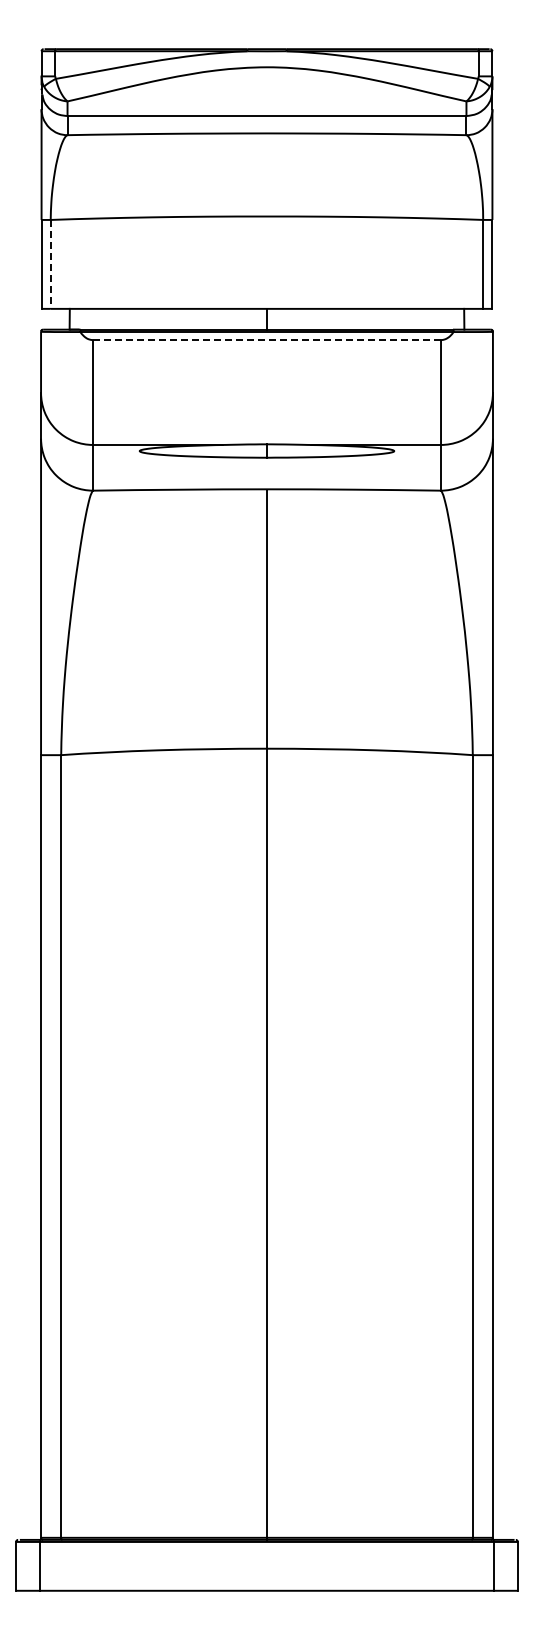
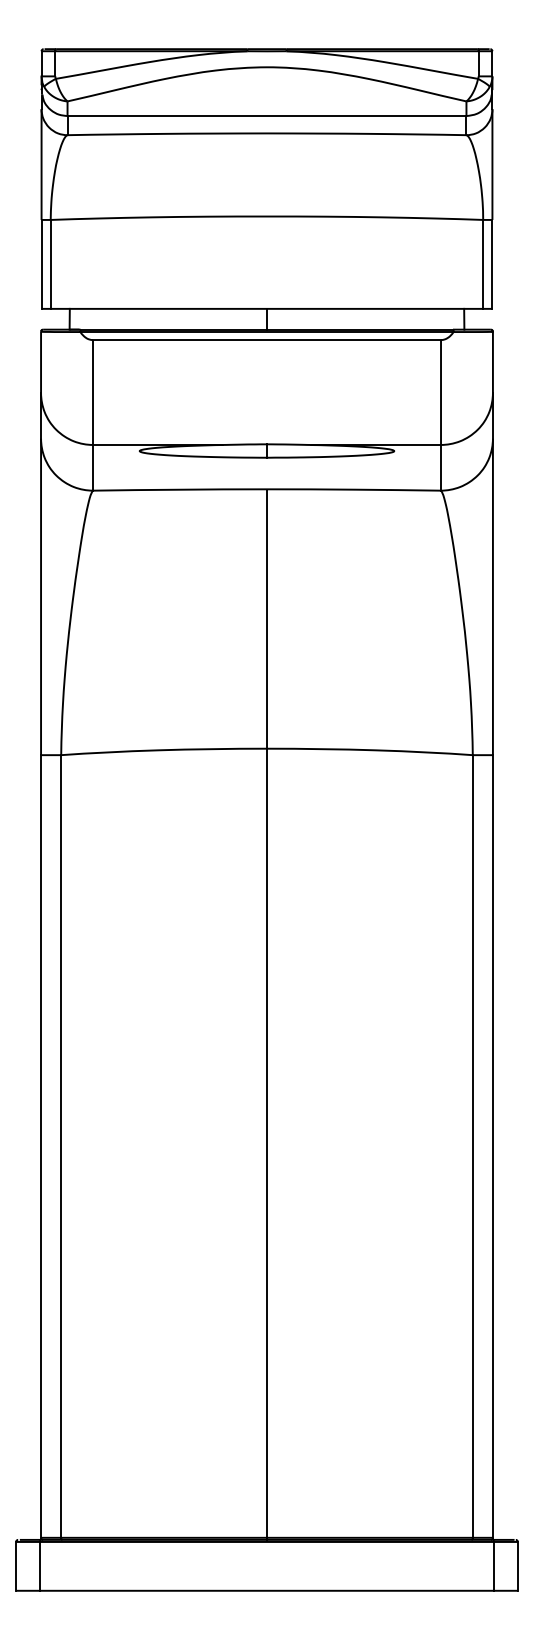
line at (50, 264): dashed -> solid
line at (267, 340): dashed -> solid
